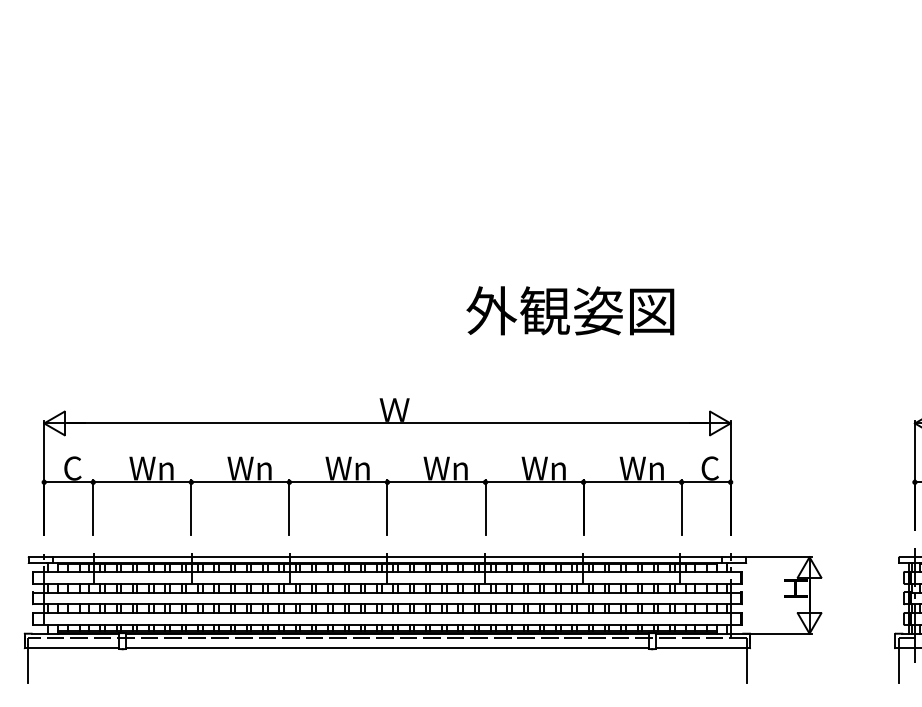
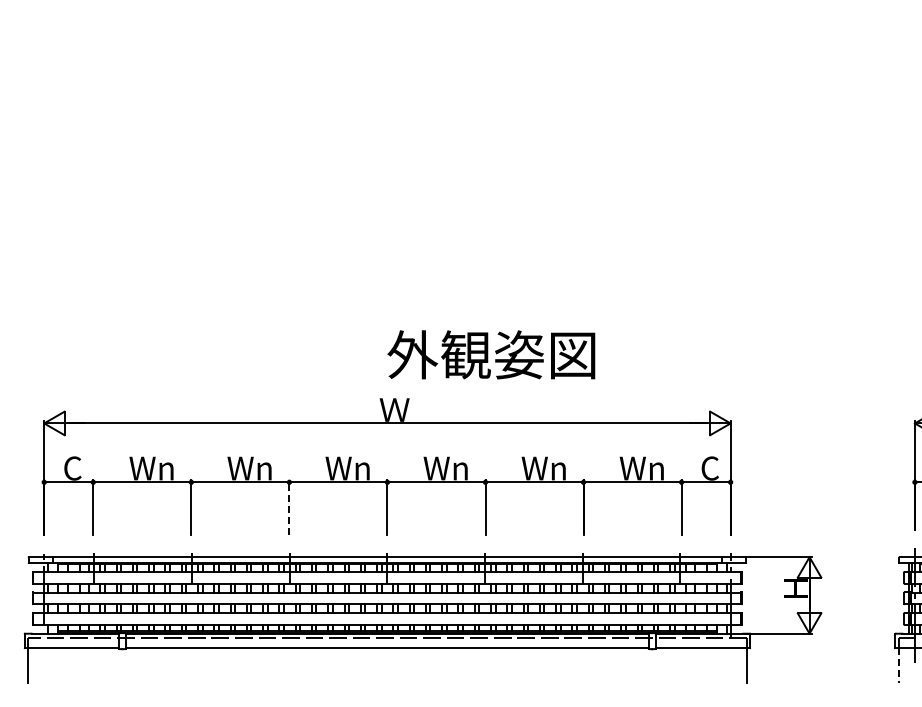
text at (570, 310) position: (570, 310) -> (491, 354)
line at (289, 507): solid -> dashed
line at (898, 666): solid -> dashed
